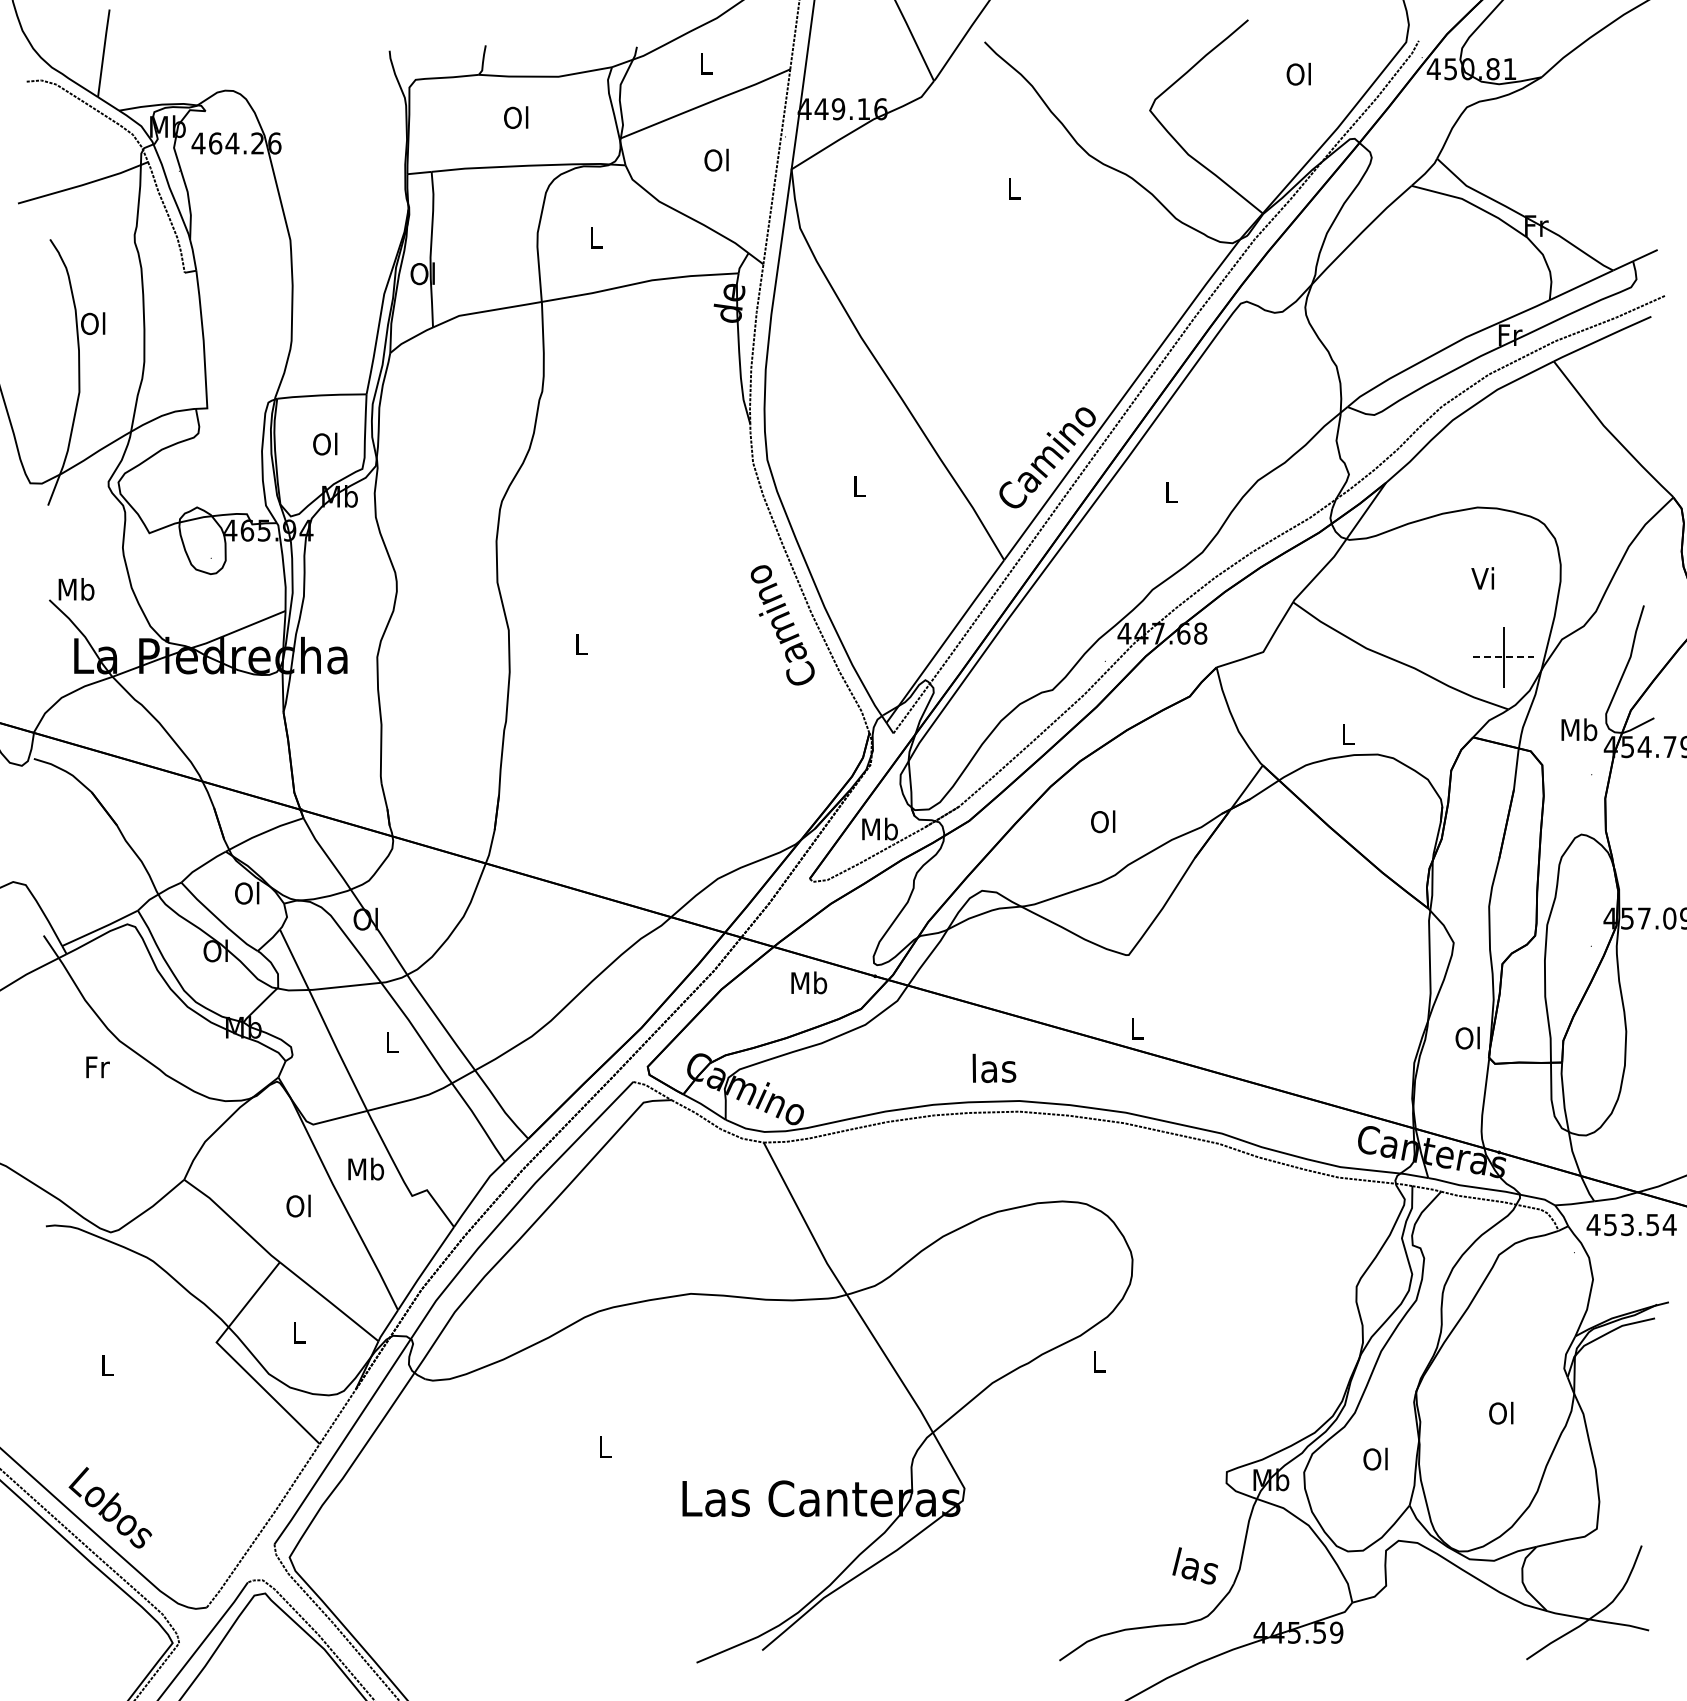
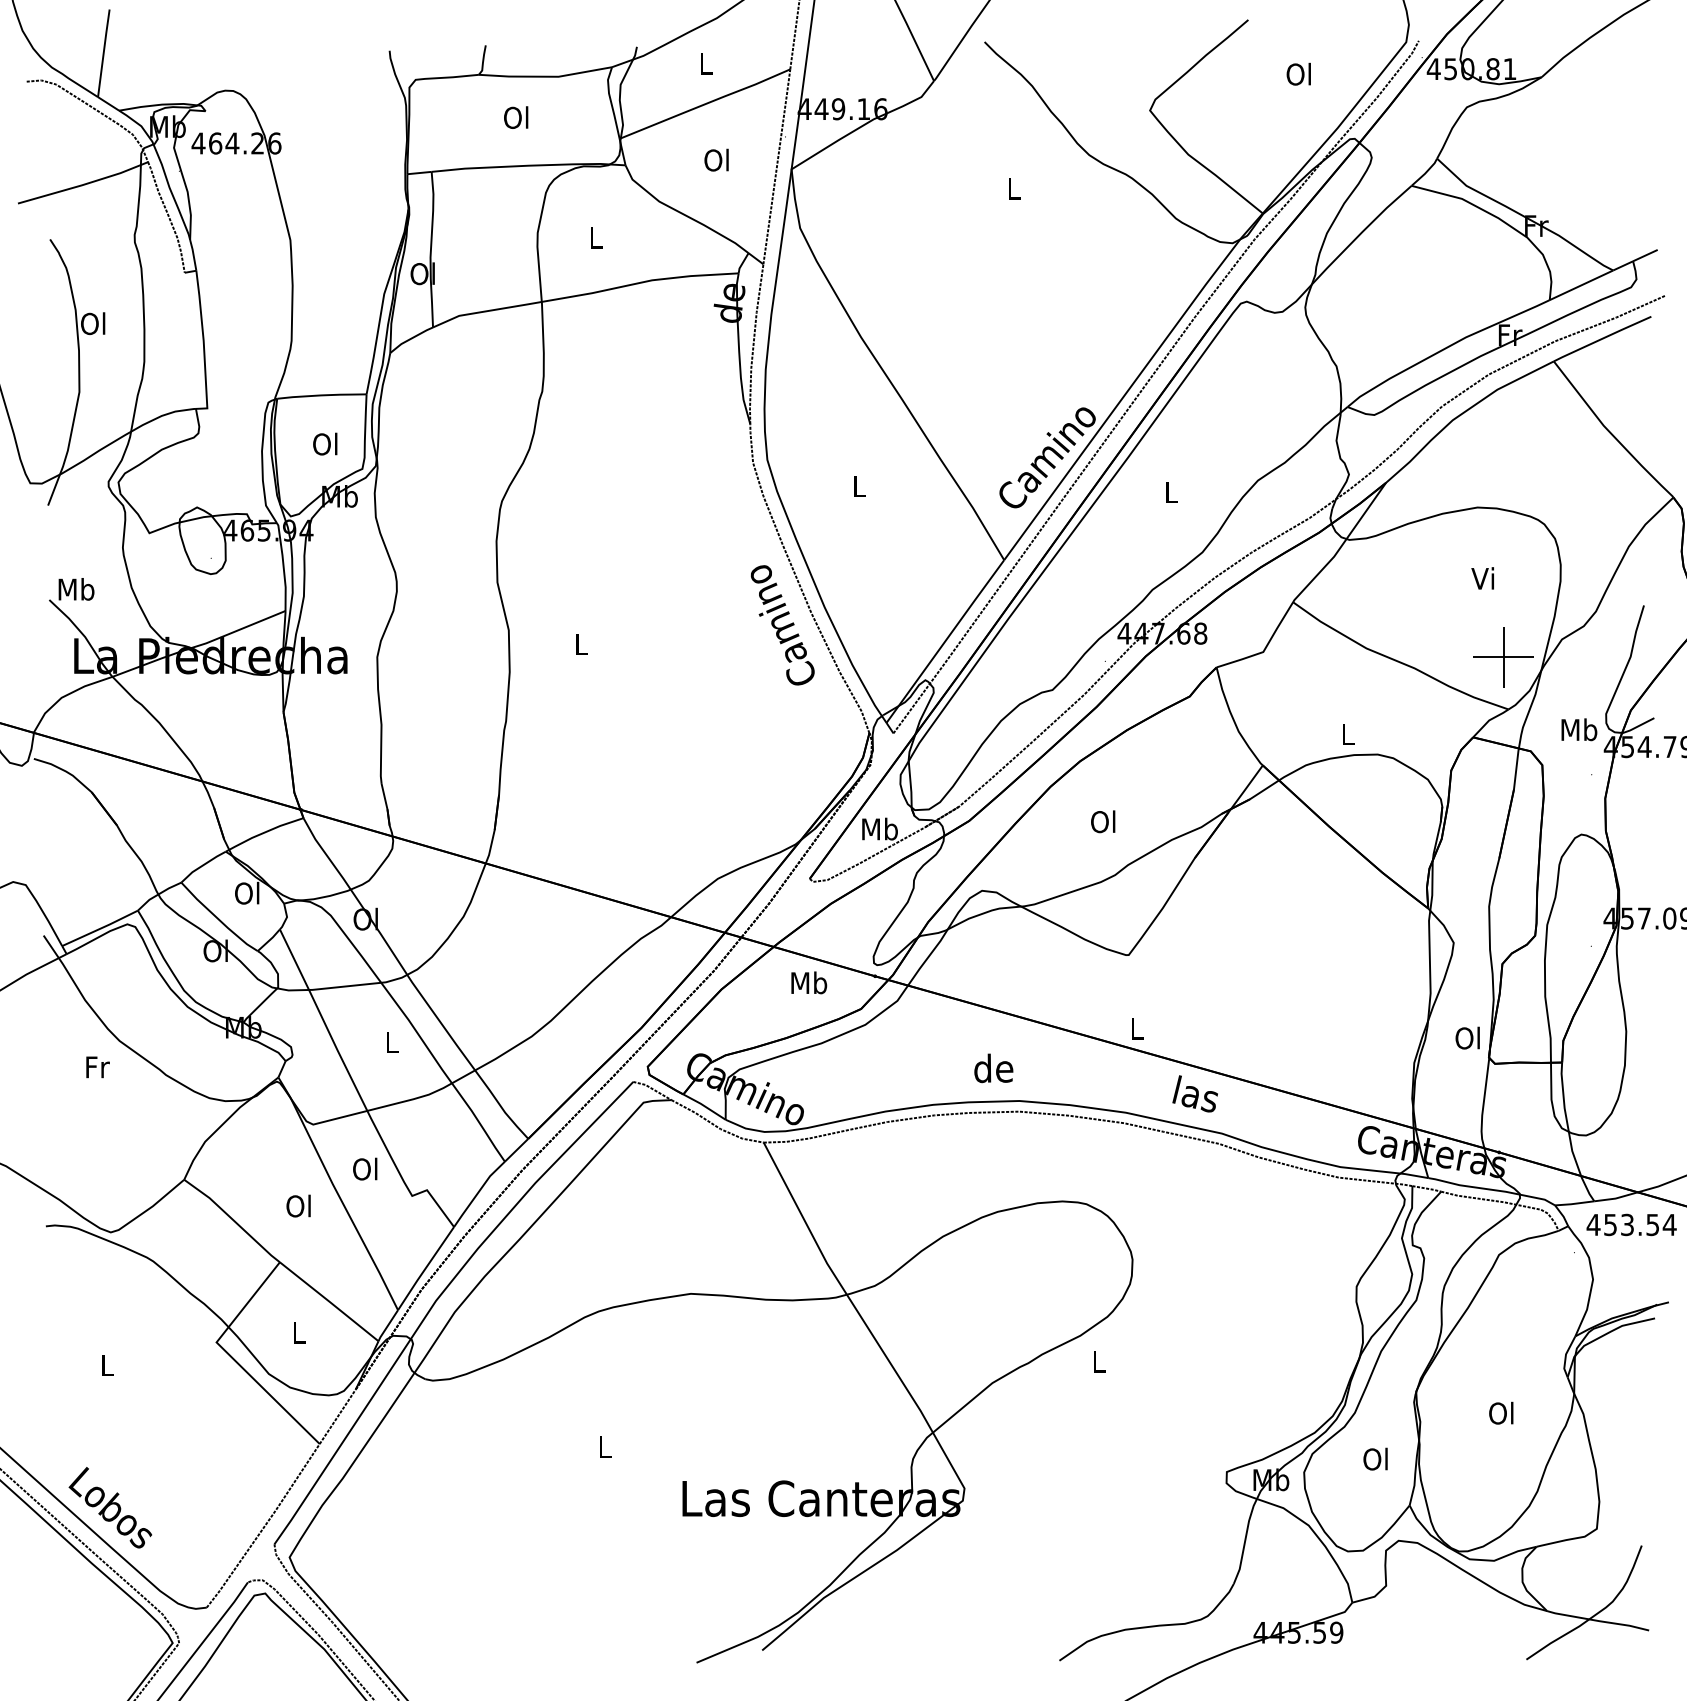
line at (1503, 657): dashed -> solid
text at (994, 1068): las -> de
text at (366, 1168): Mb -> Ol
text at (1194, 1565) position: (1194, 1565) -> (1194, 1093)
